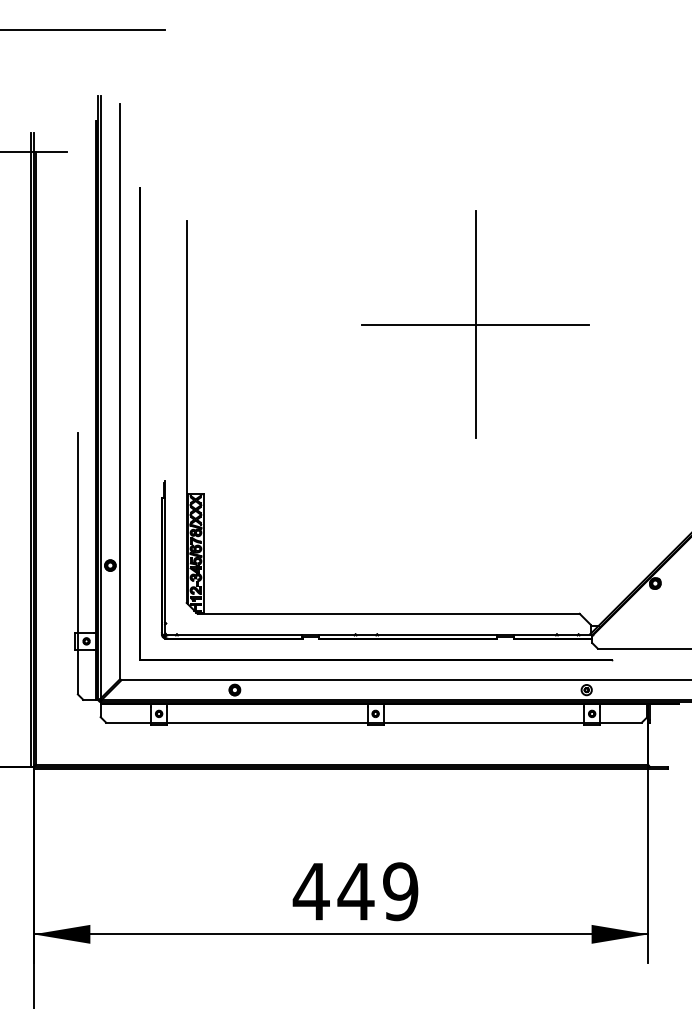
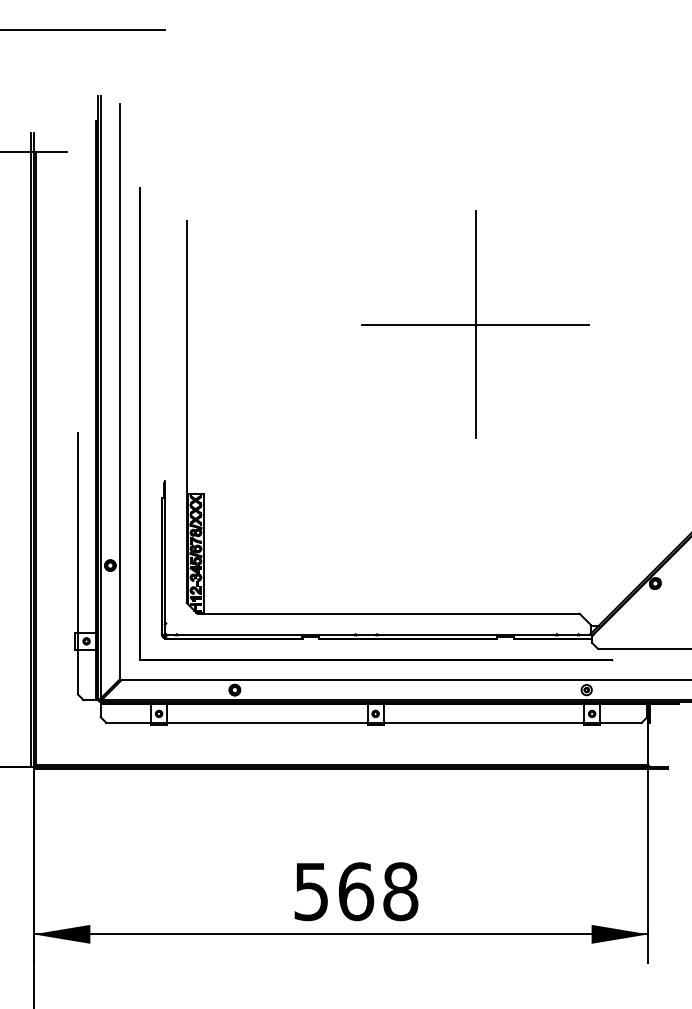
text at (355, 891): 449 -> 568
